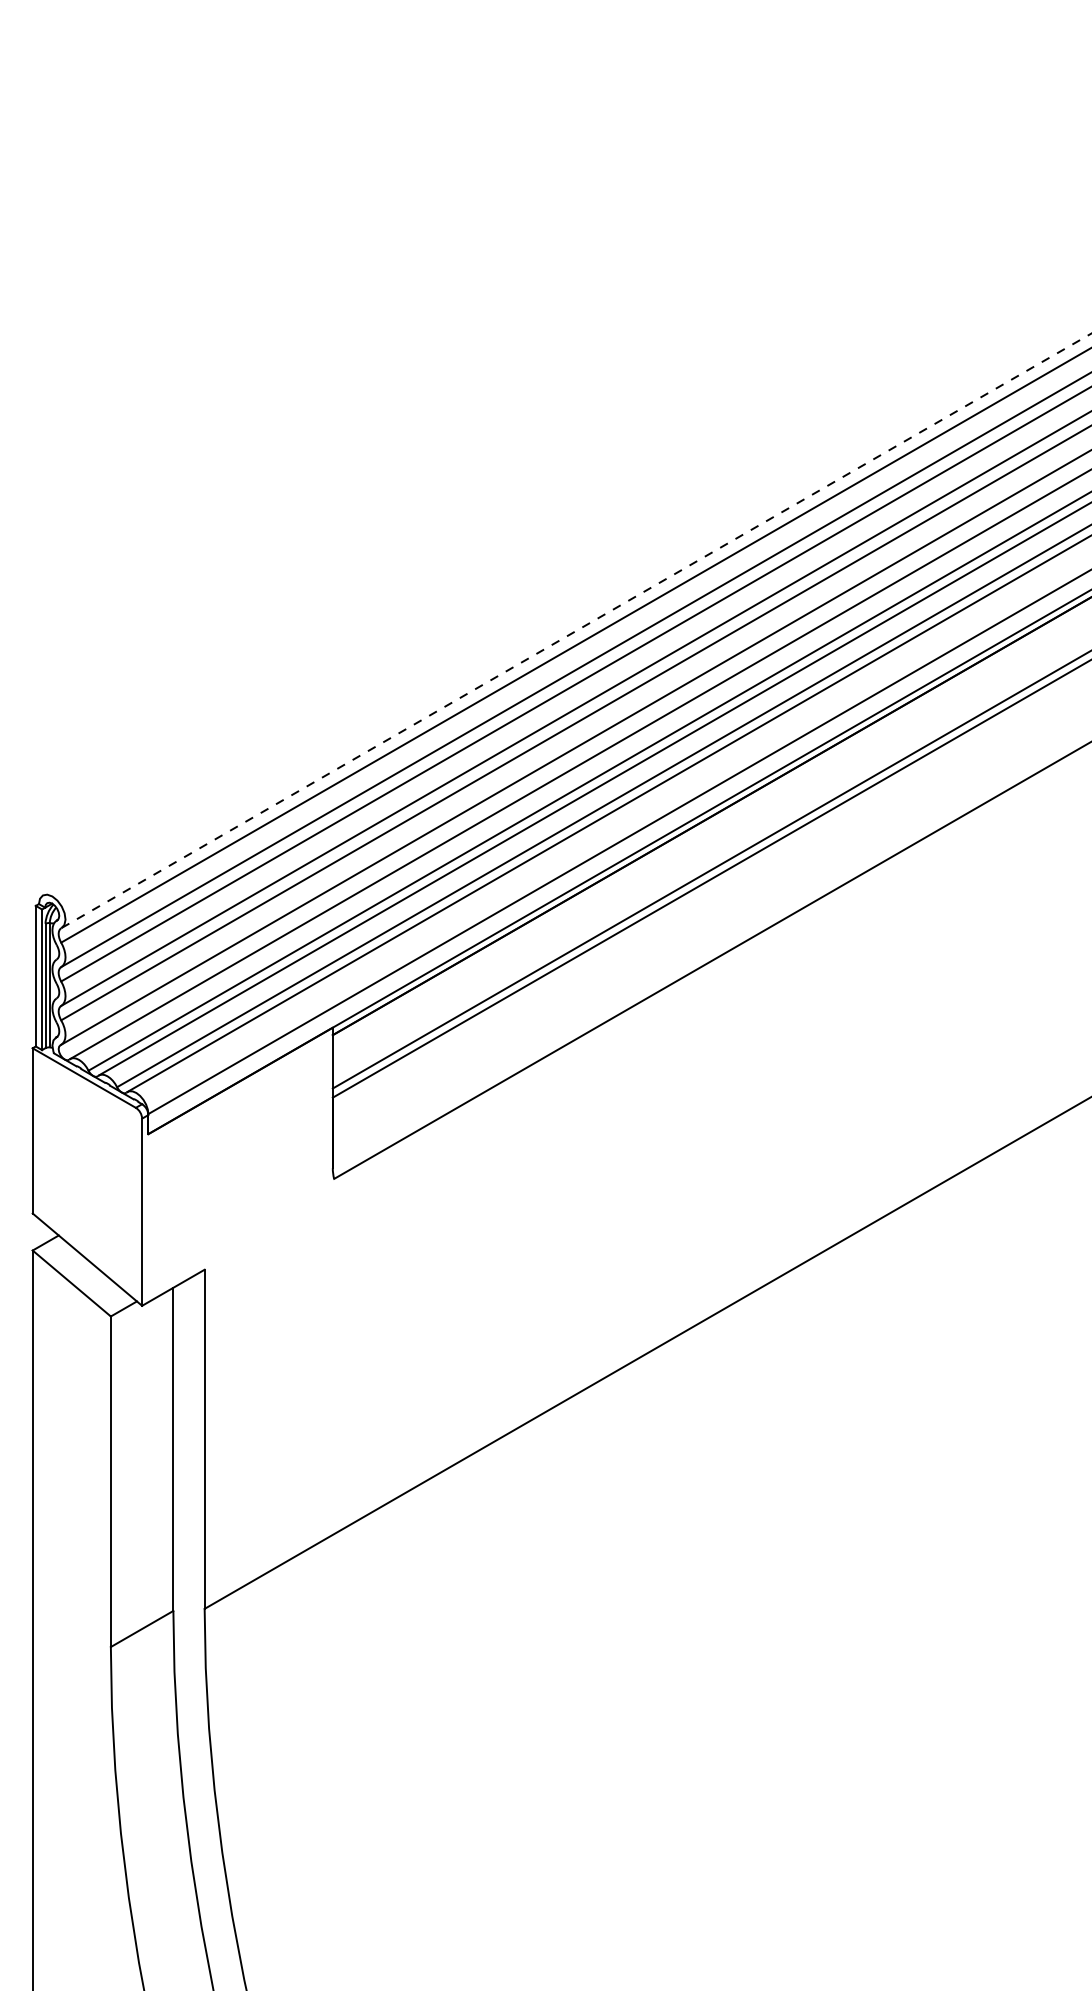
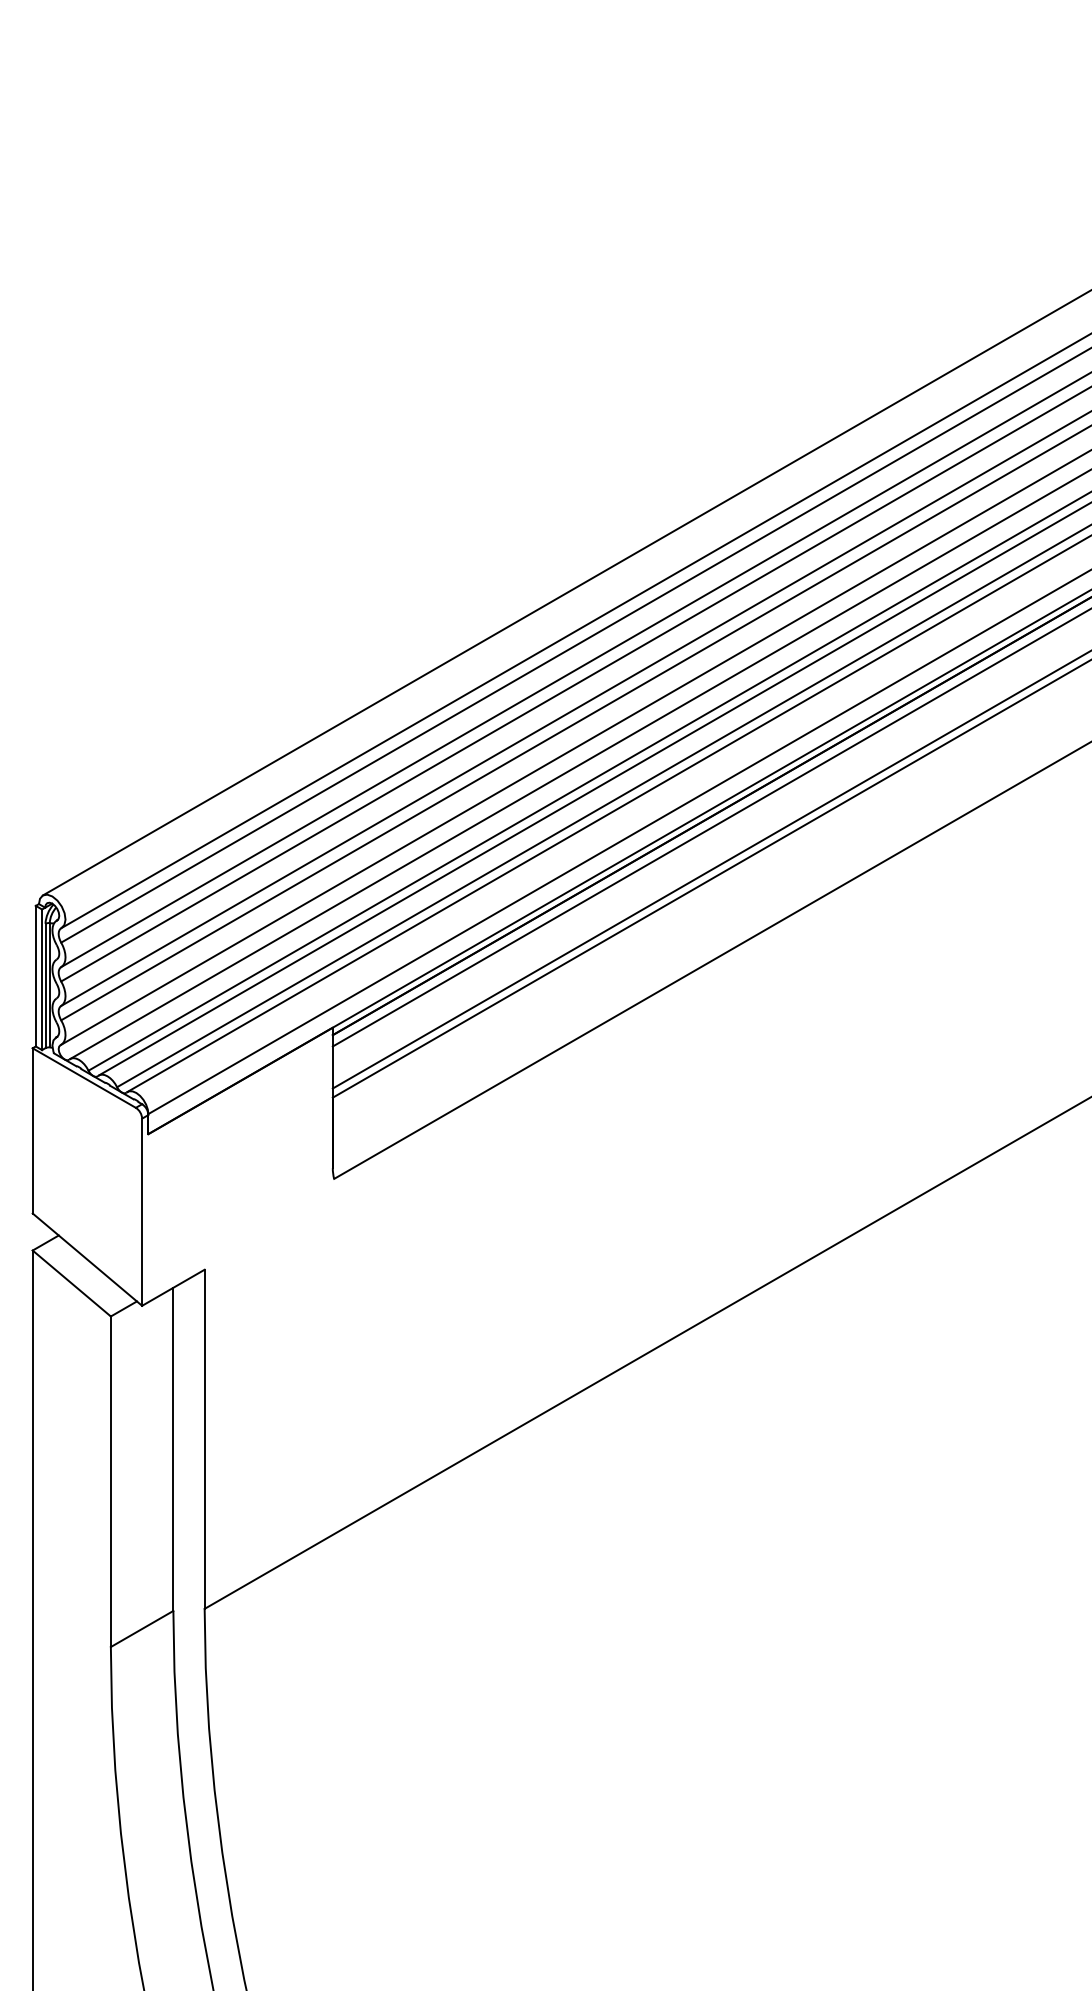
line at (565, 593): none -> present
line at (576, 630): dashed -> solid
line at (710, 828): none -> present
